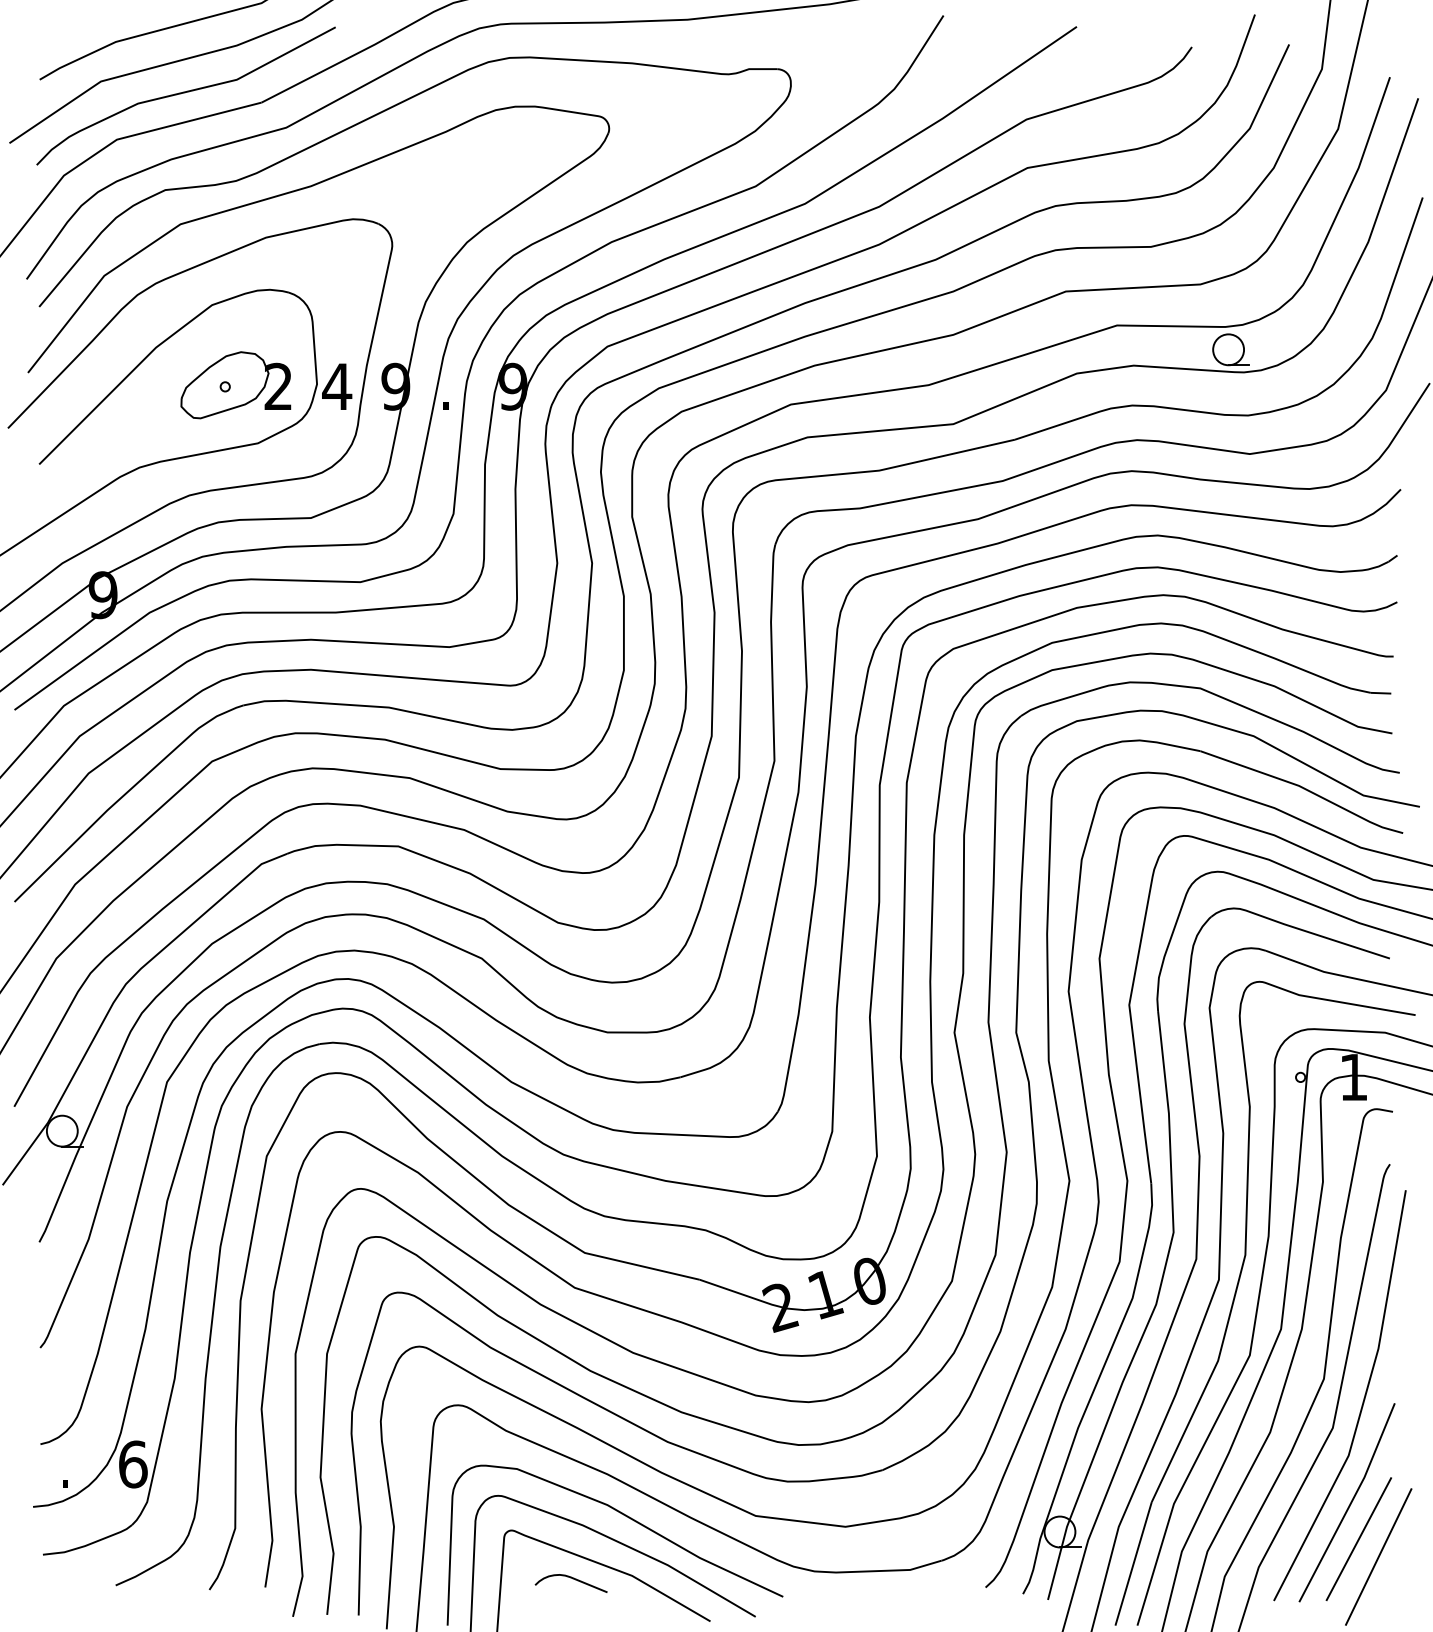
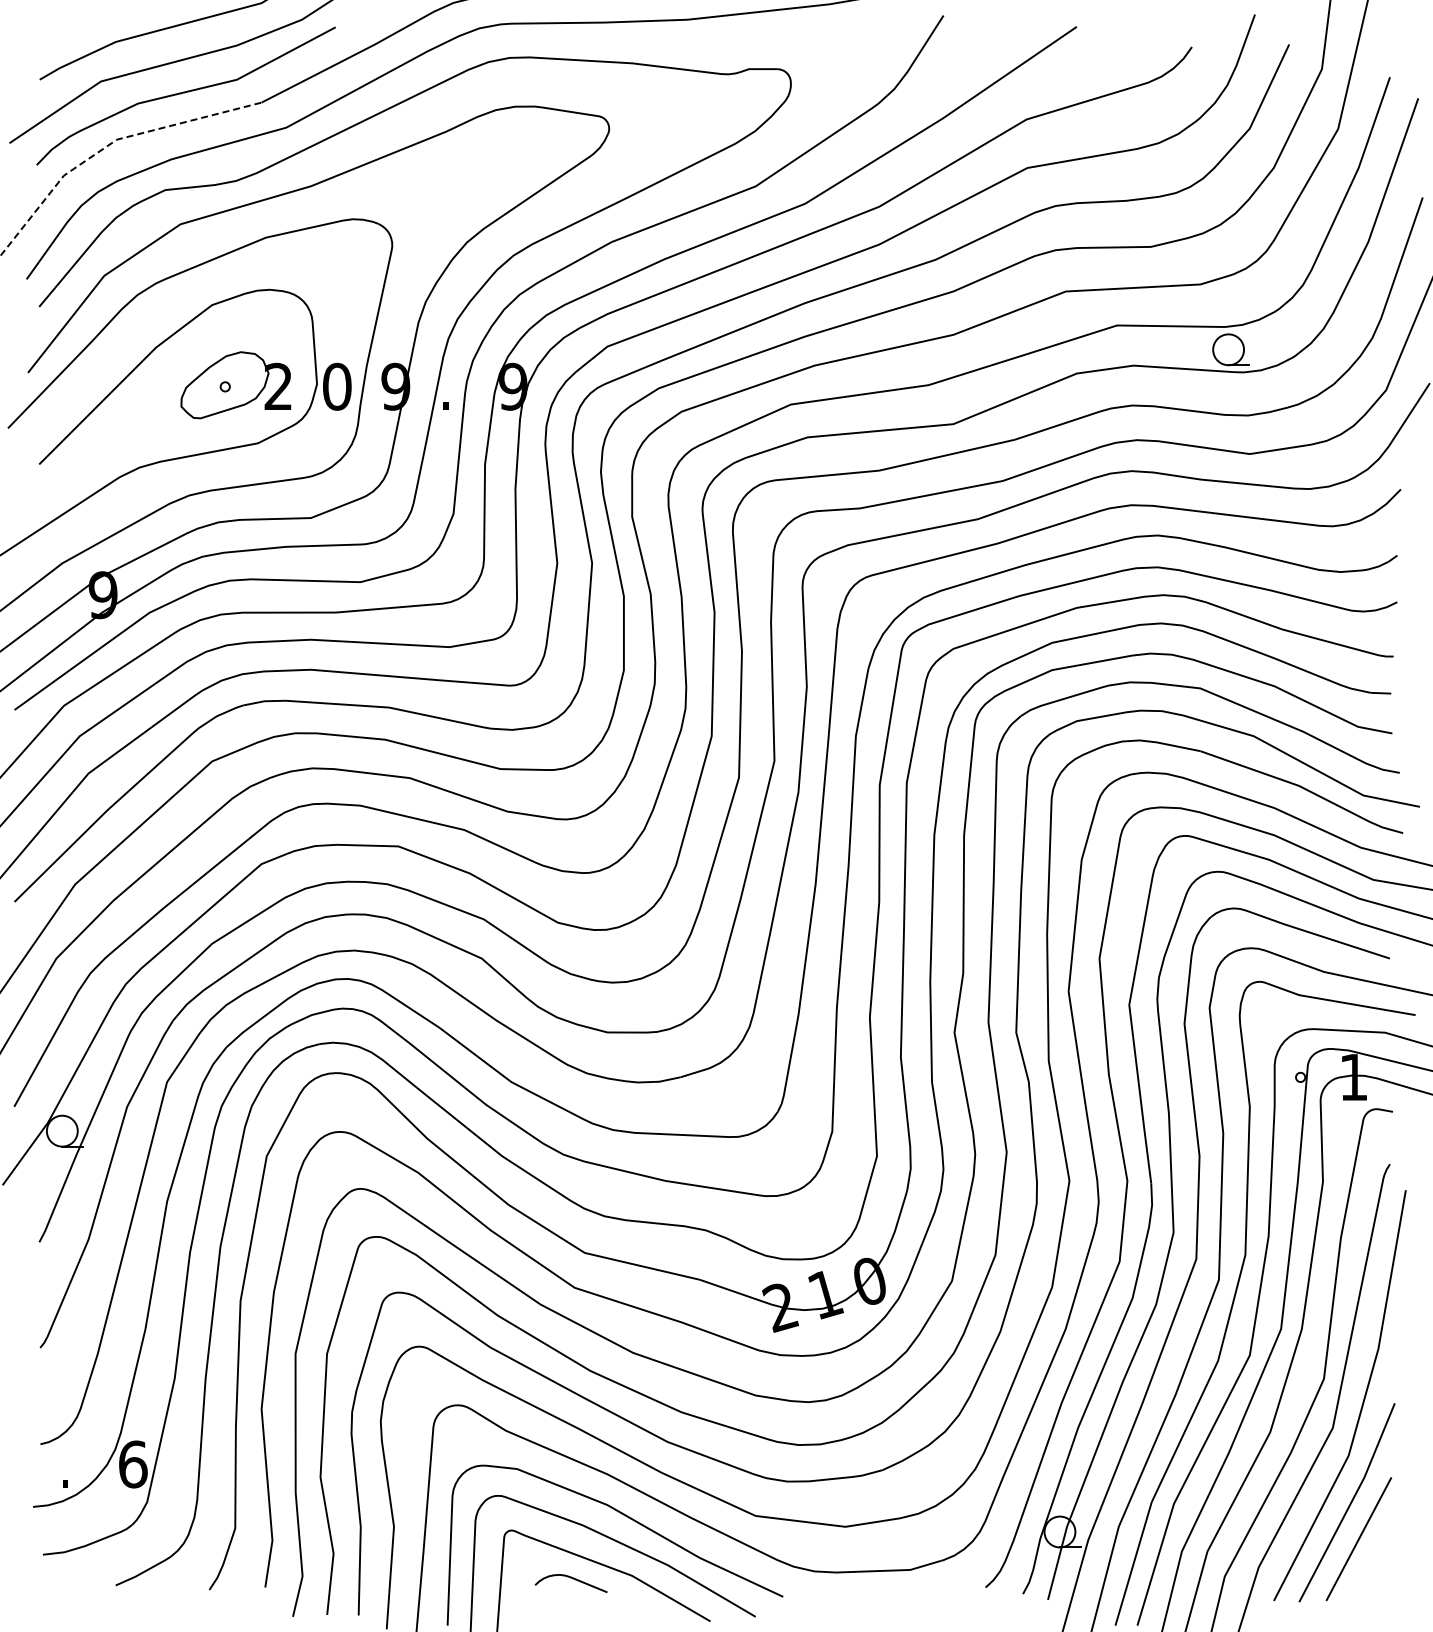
line at (109, 144): solid -> dashed
text at (337, 386): 4 -> 0
line at (1378, 1556): present -> none
